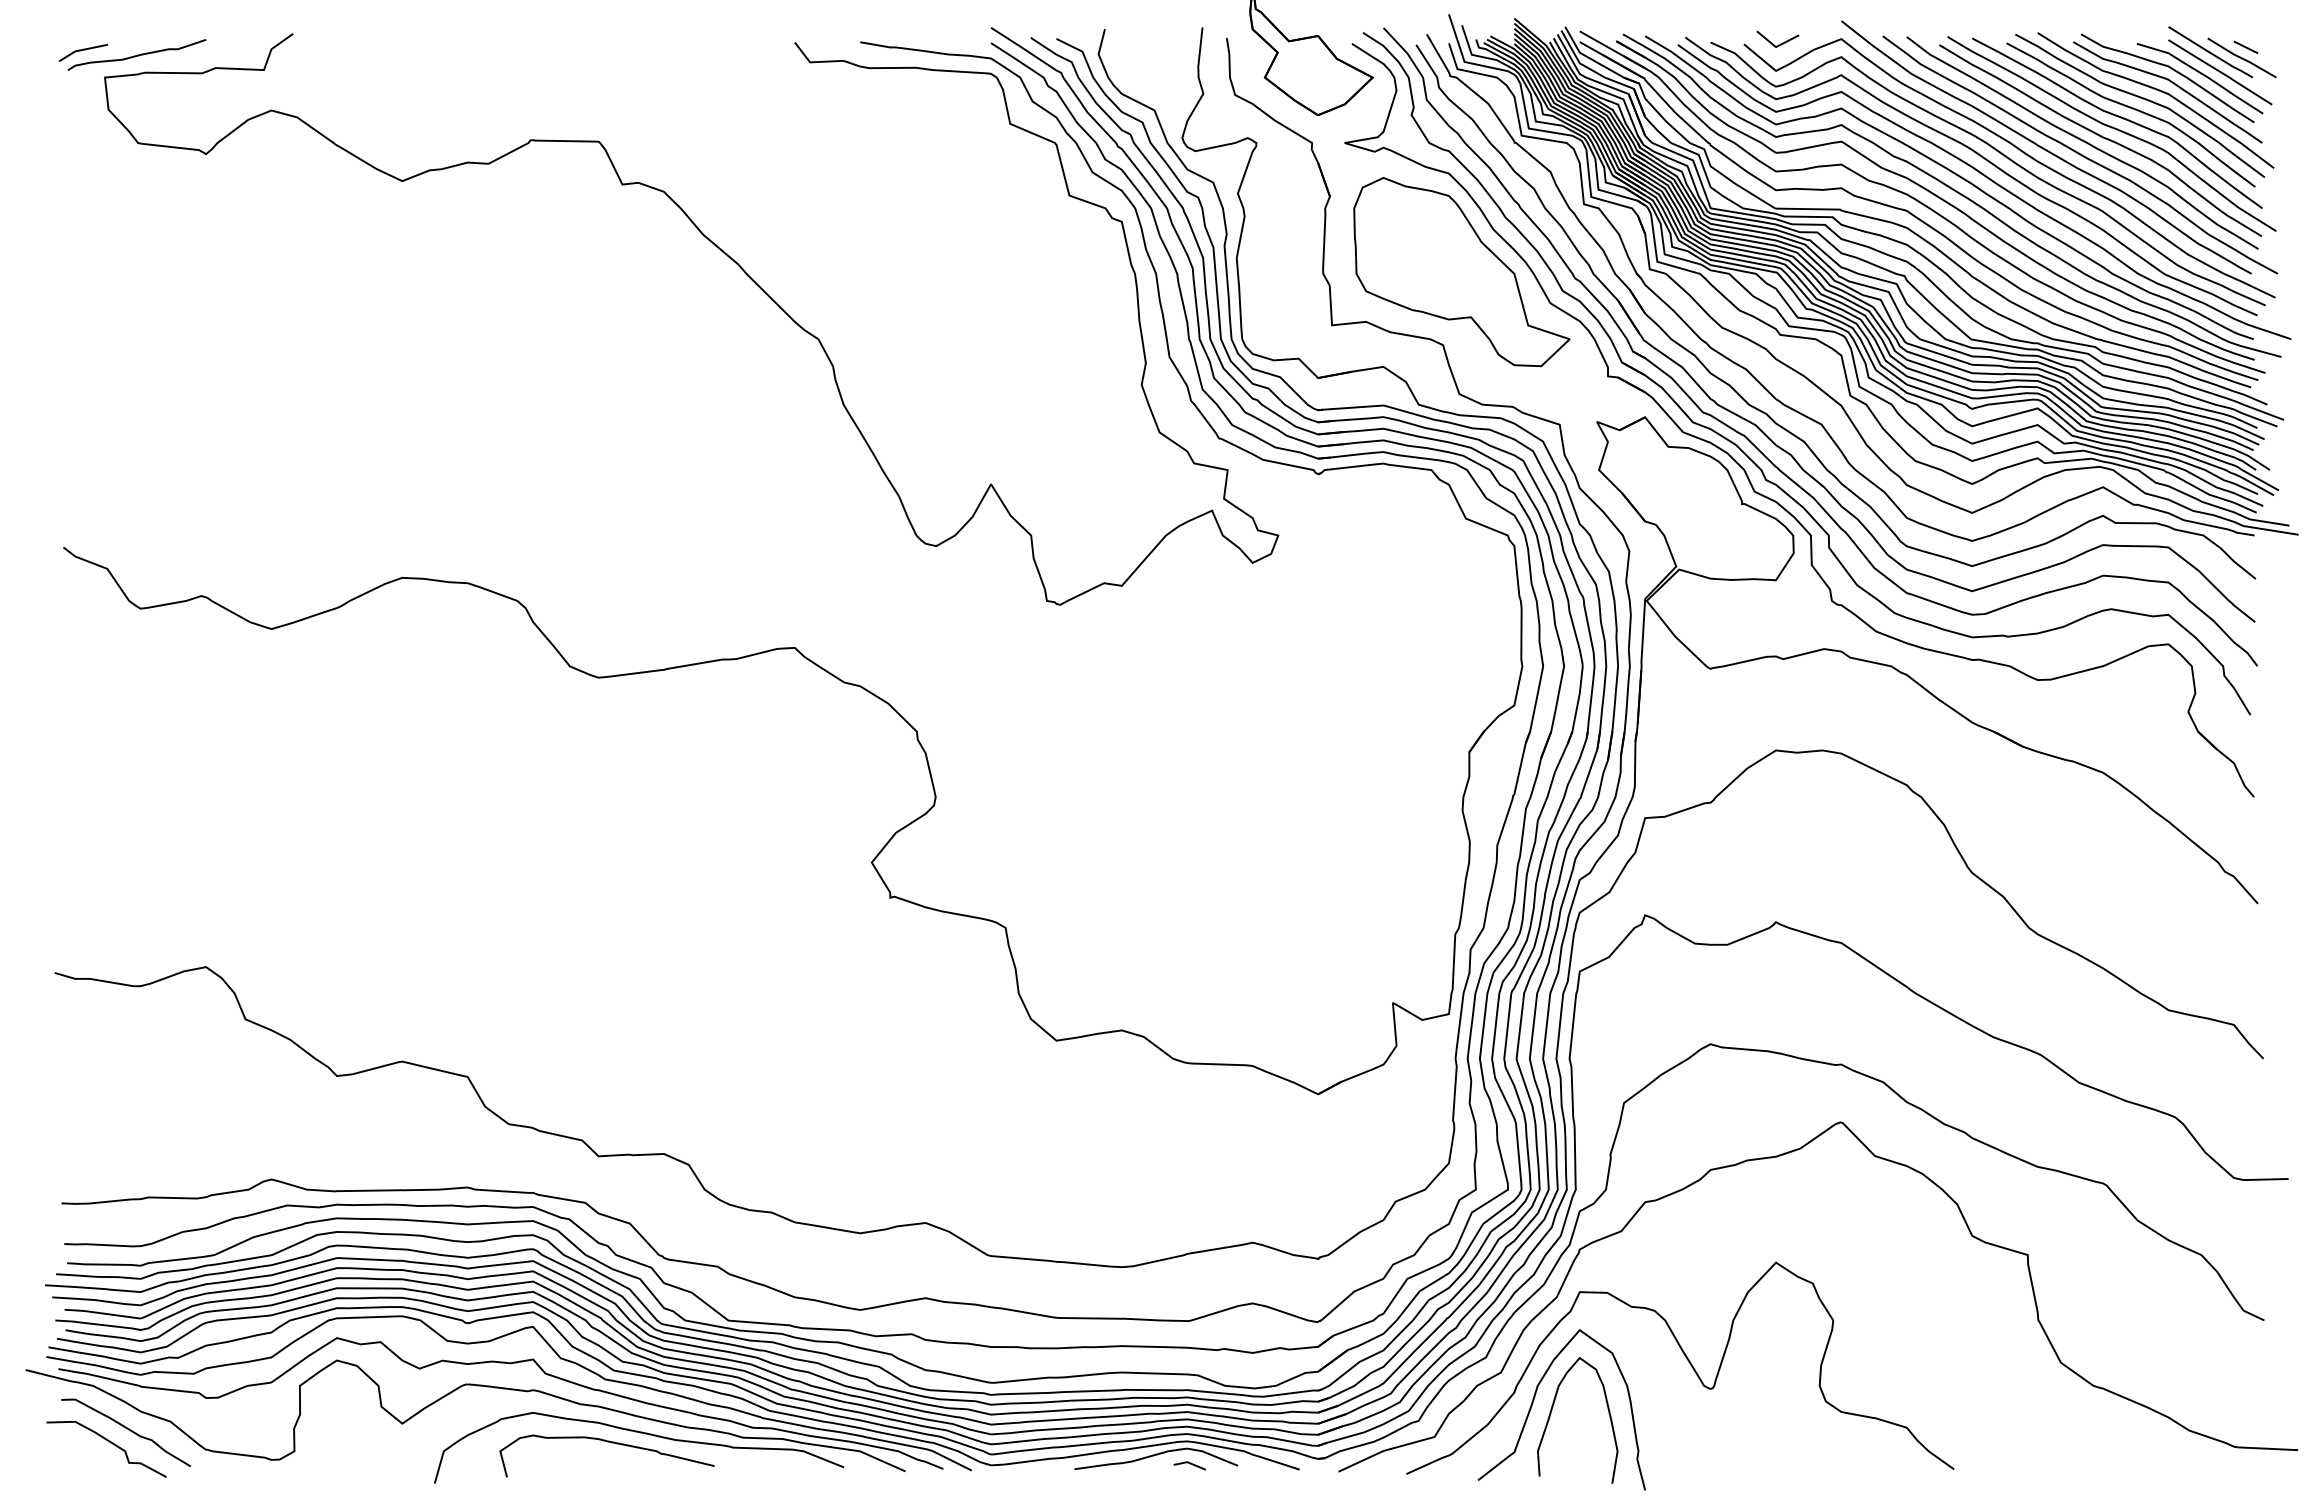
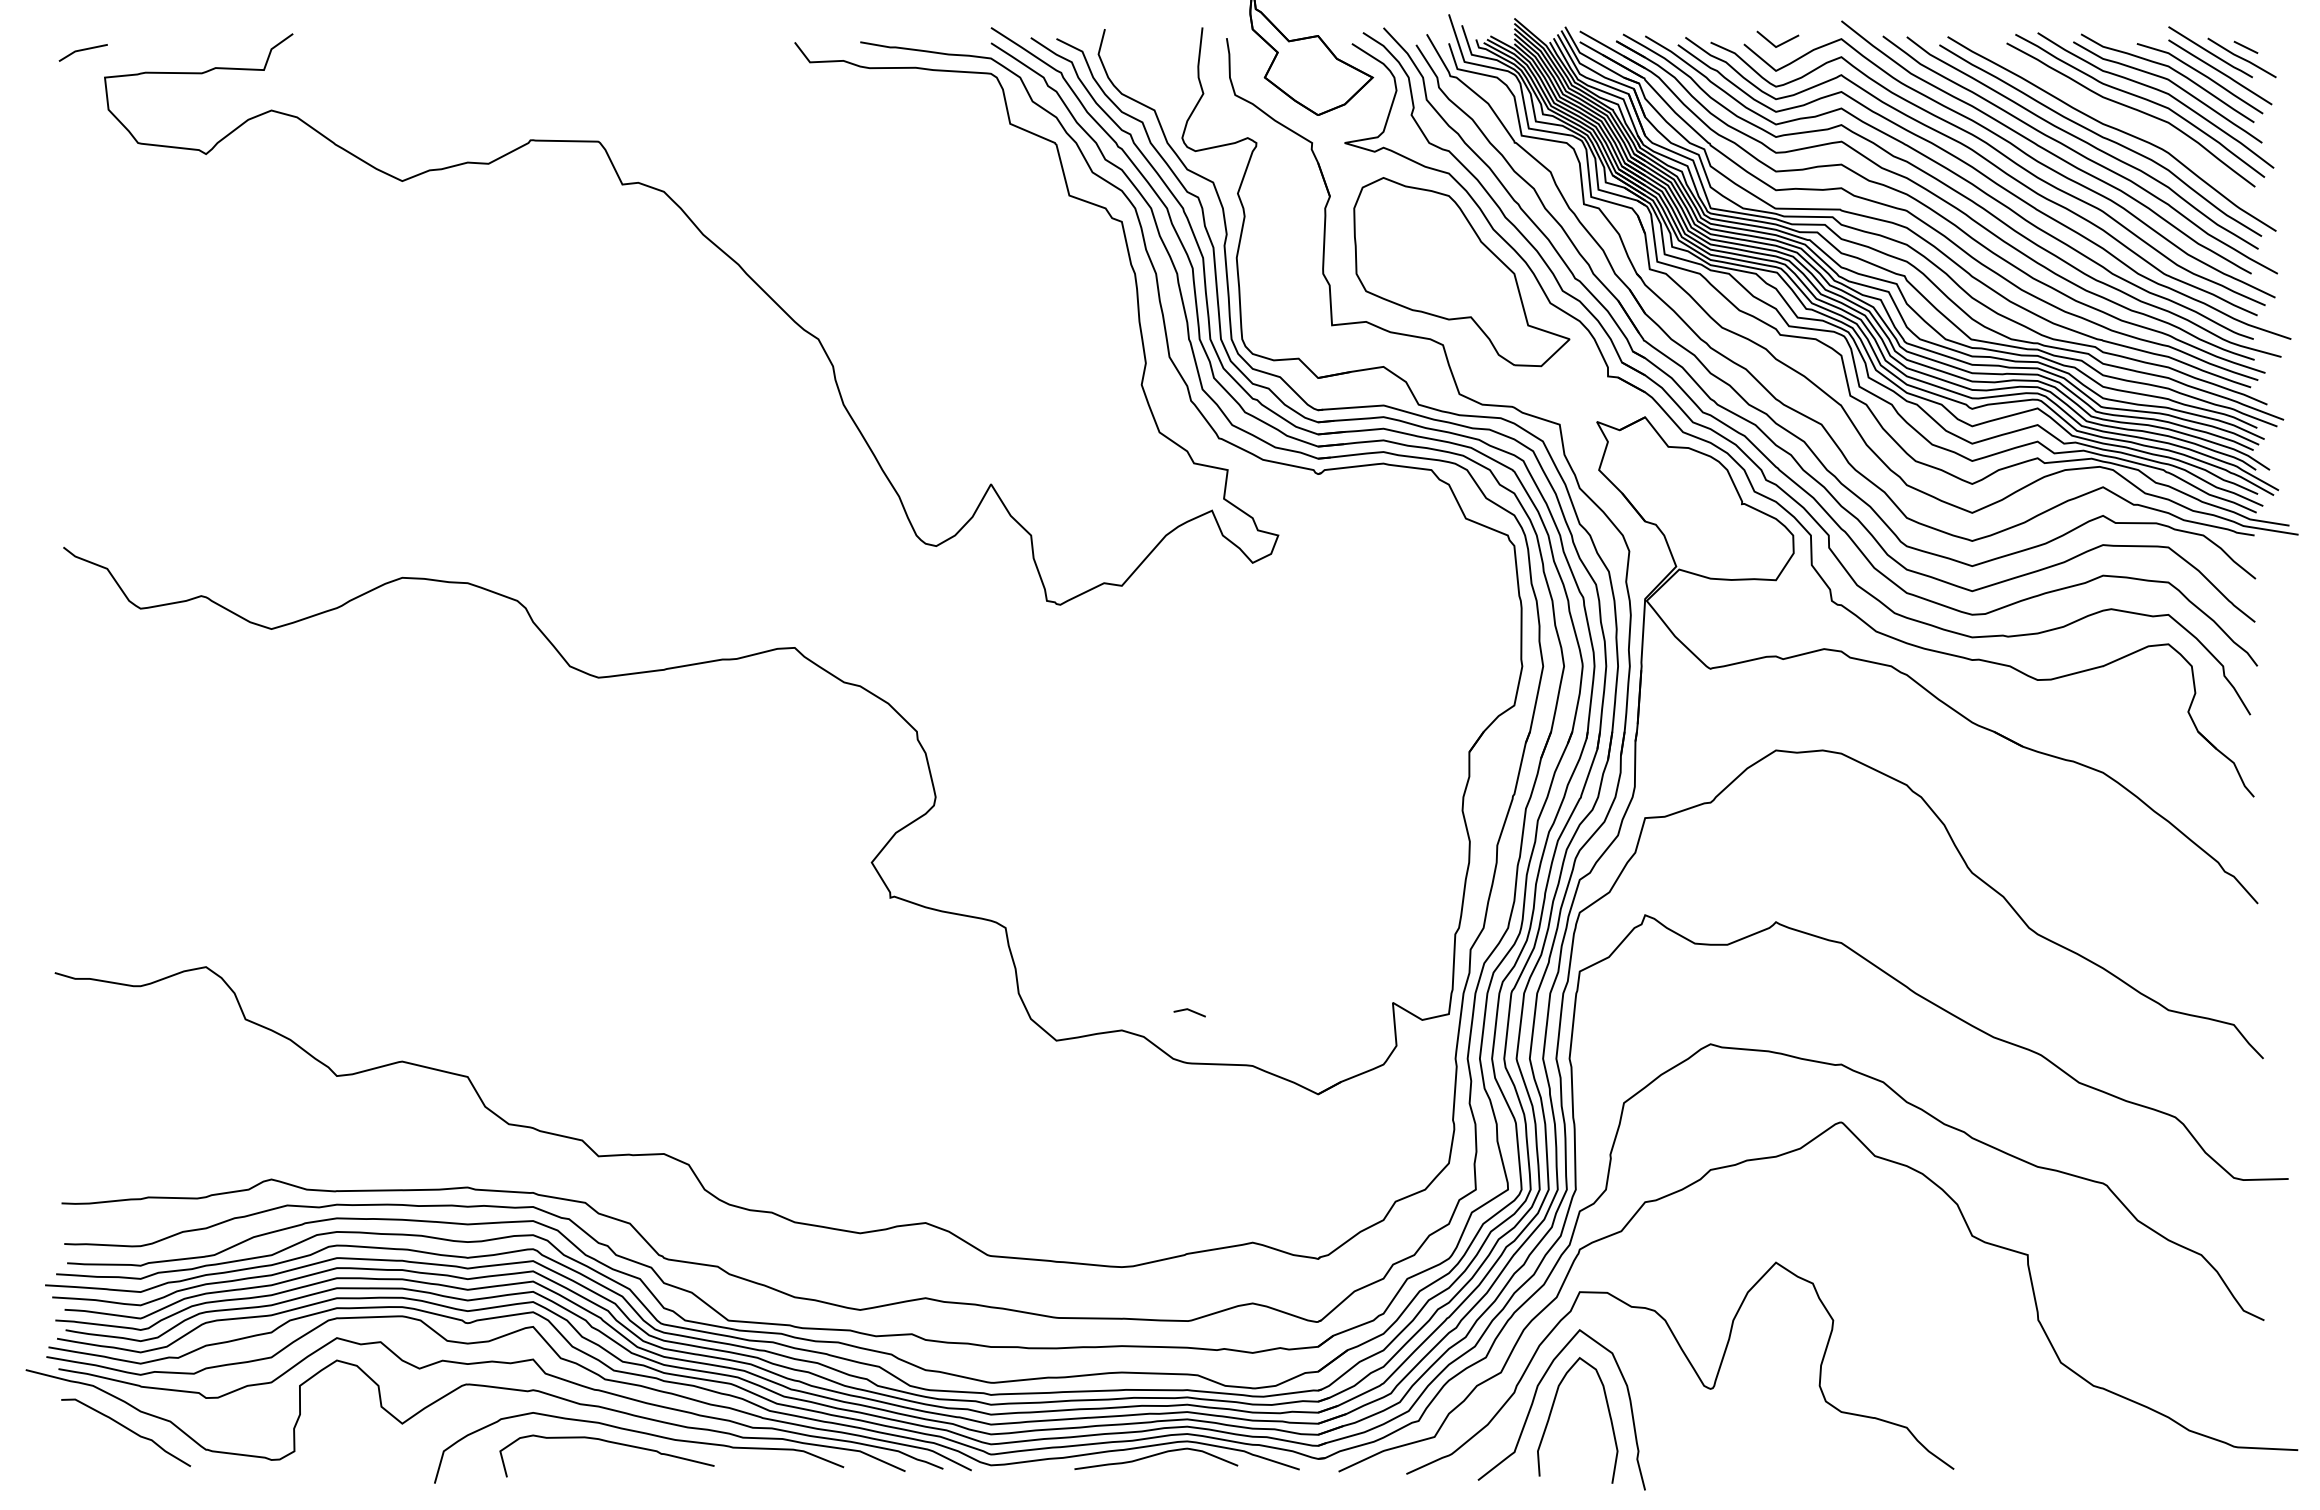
curve at (137, 54): present -> none
curve at (2117, 117): present -> none
curve at (110, 1443): present -> none
line at (1190, 1464) position: (1190, 1464) -> (1190, 1011)
